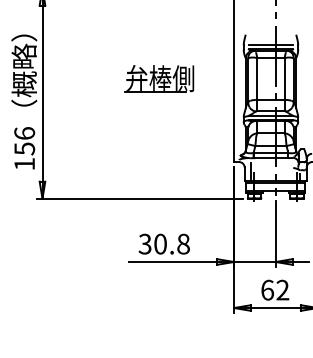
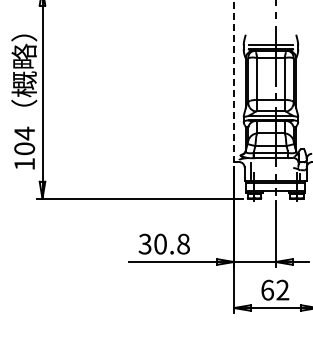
part at (159, 78): present -> none
line at (234, 81): solid -> dashed
text at (24, 140): 156 -> 104
